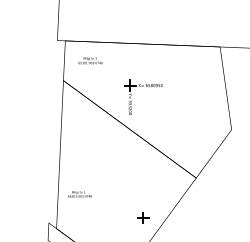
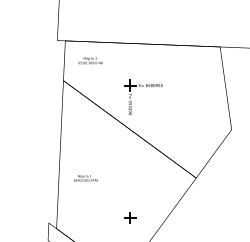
text at (79, 194) position: (79, 194) -> (85, 178)
part at (143, 217) position: (143, 217) -> (130, 217)
